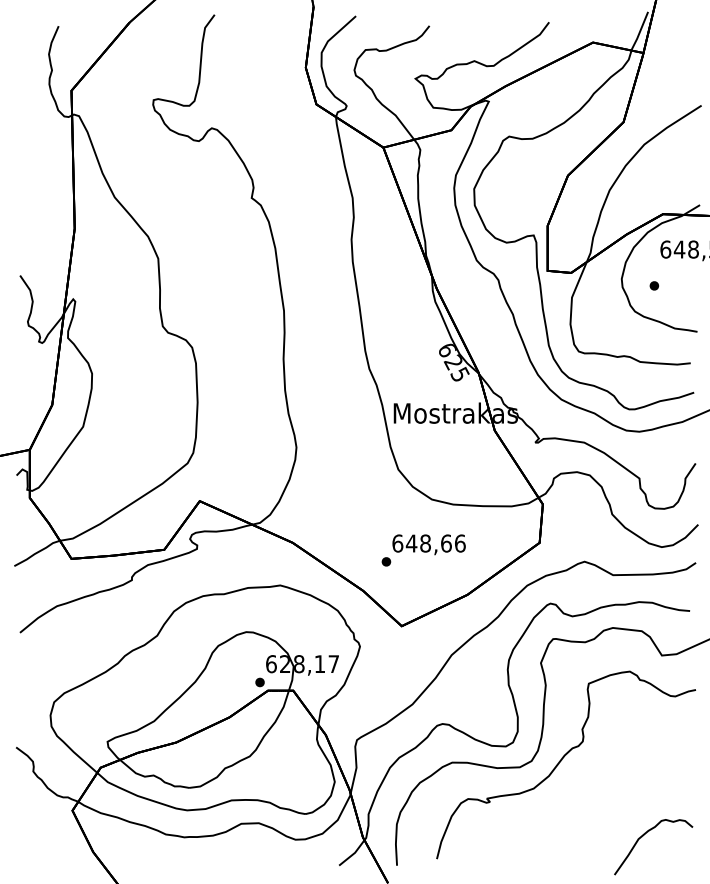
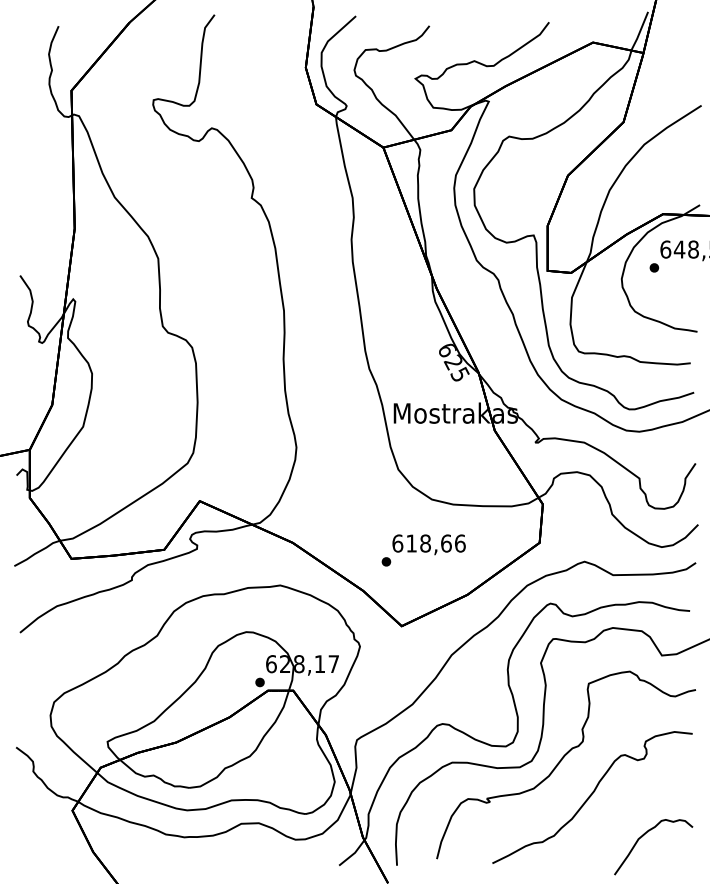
part at (654, 285) position: (654, 285) -> (654, 267)
text at (411, 543): 648,66 -> 618,66
part at (592, 797): none -> present
